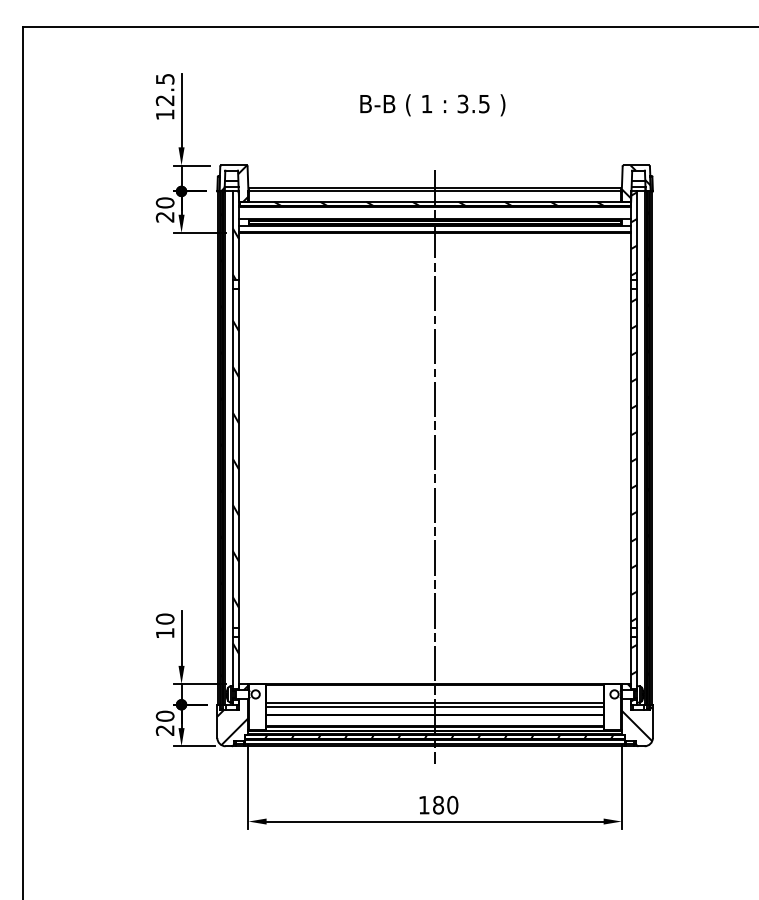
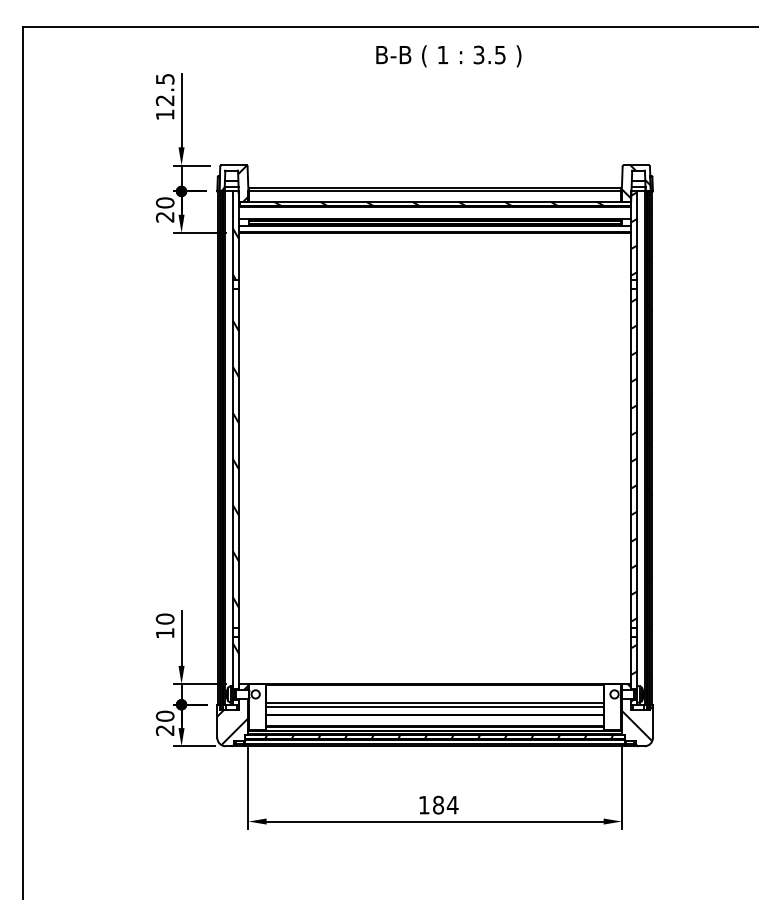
text at (432, 105) position: (432, 105) -> (448, 56)
line at (435, 467): present -> none
text at (452, 804): 180 -> 184
